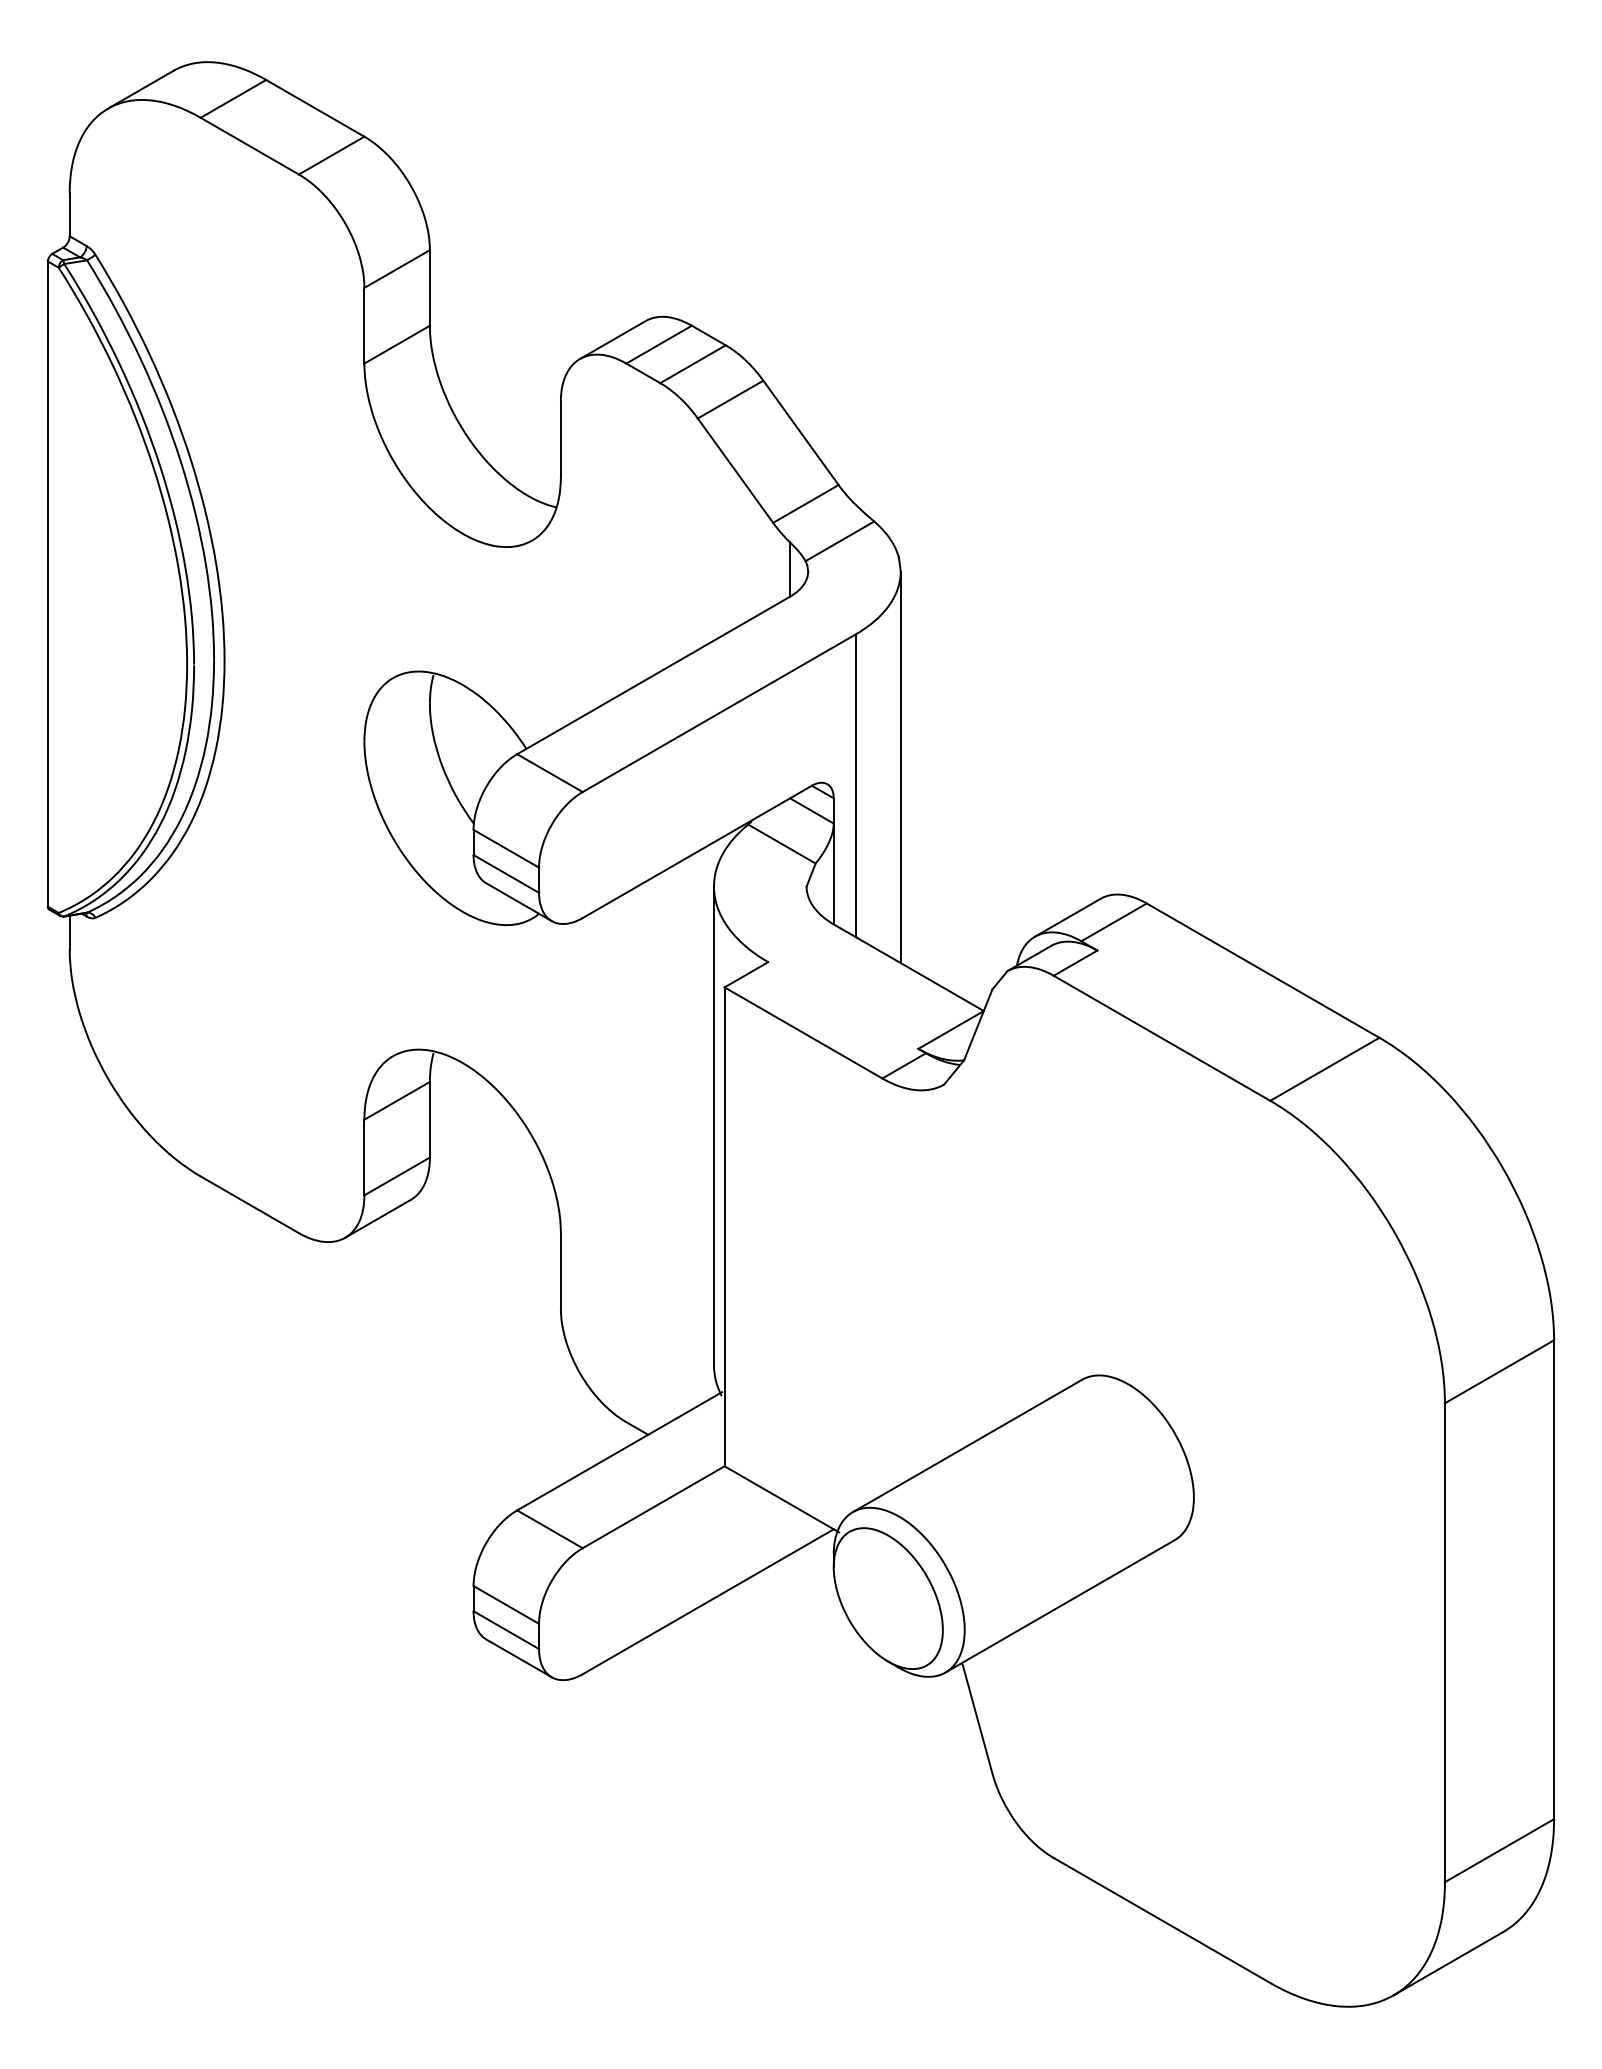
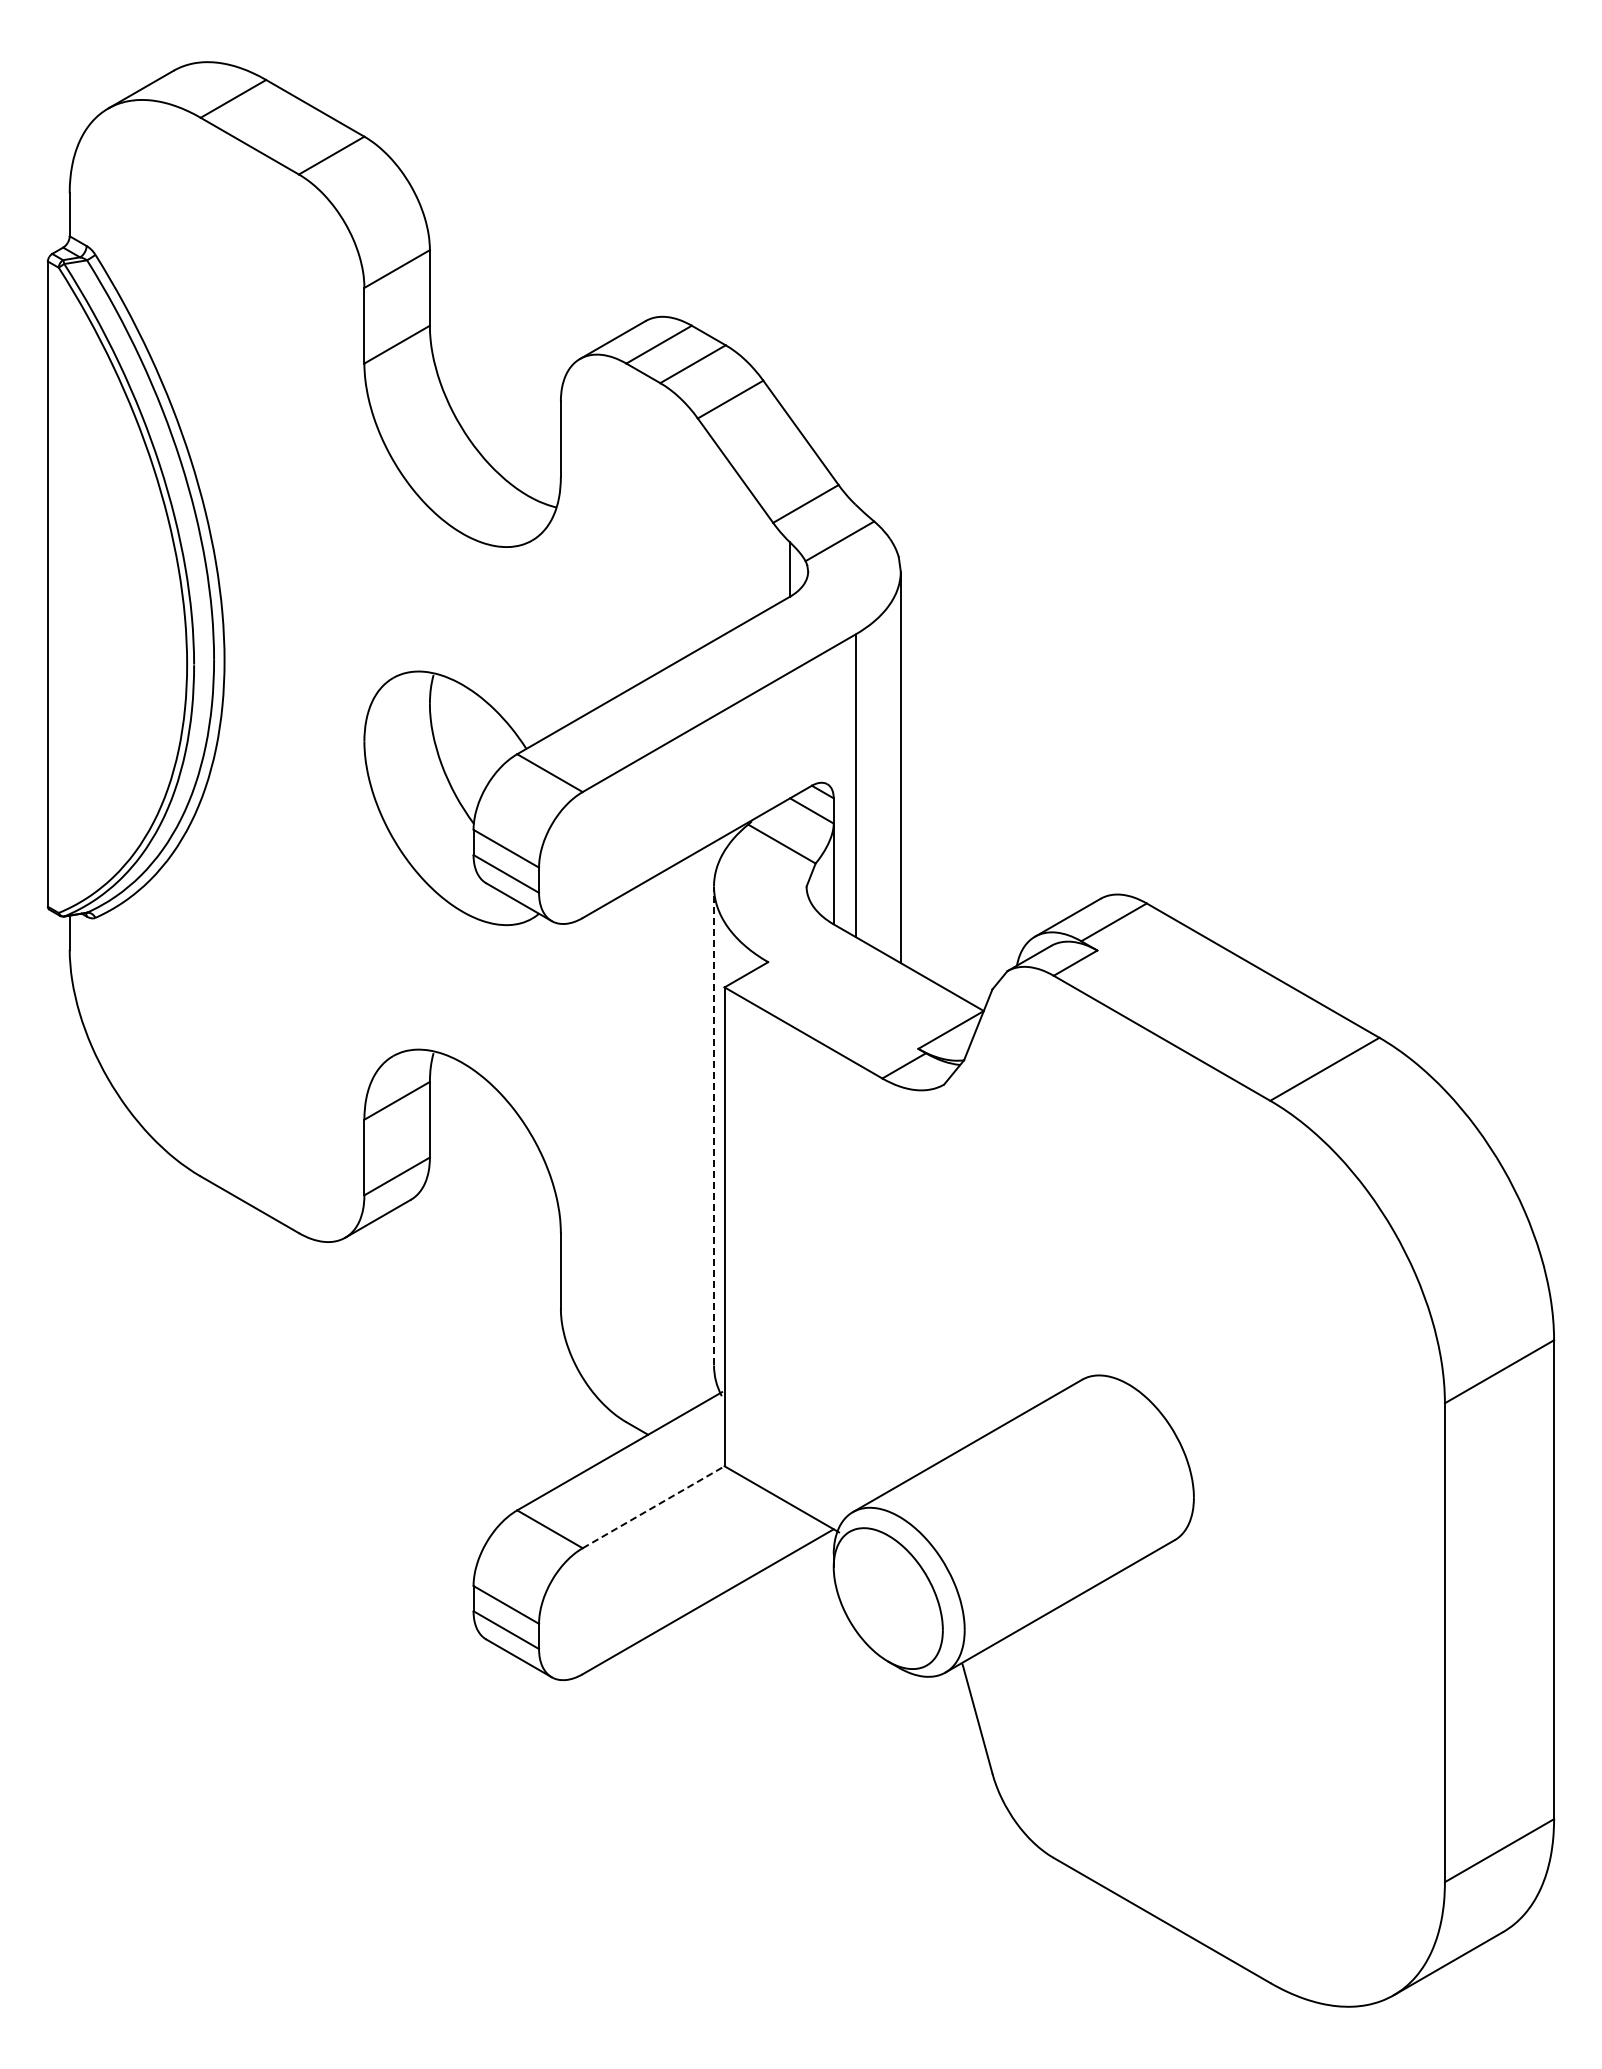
line at (714, 1125): solid -> dashed
line at (653, 1507): solid -> dashed
